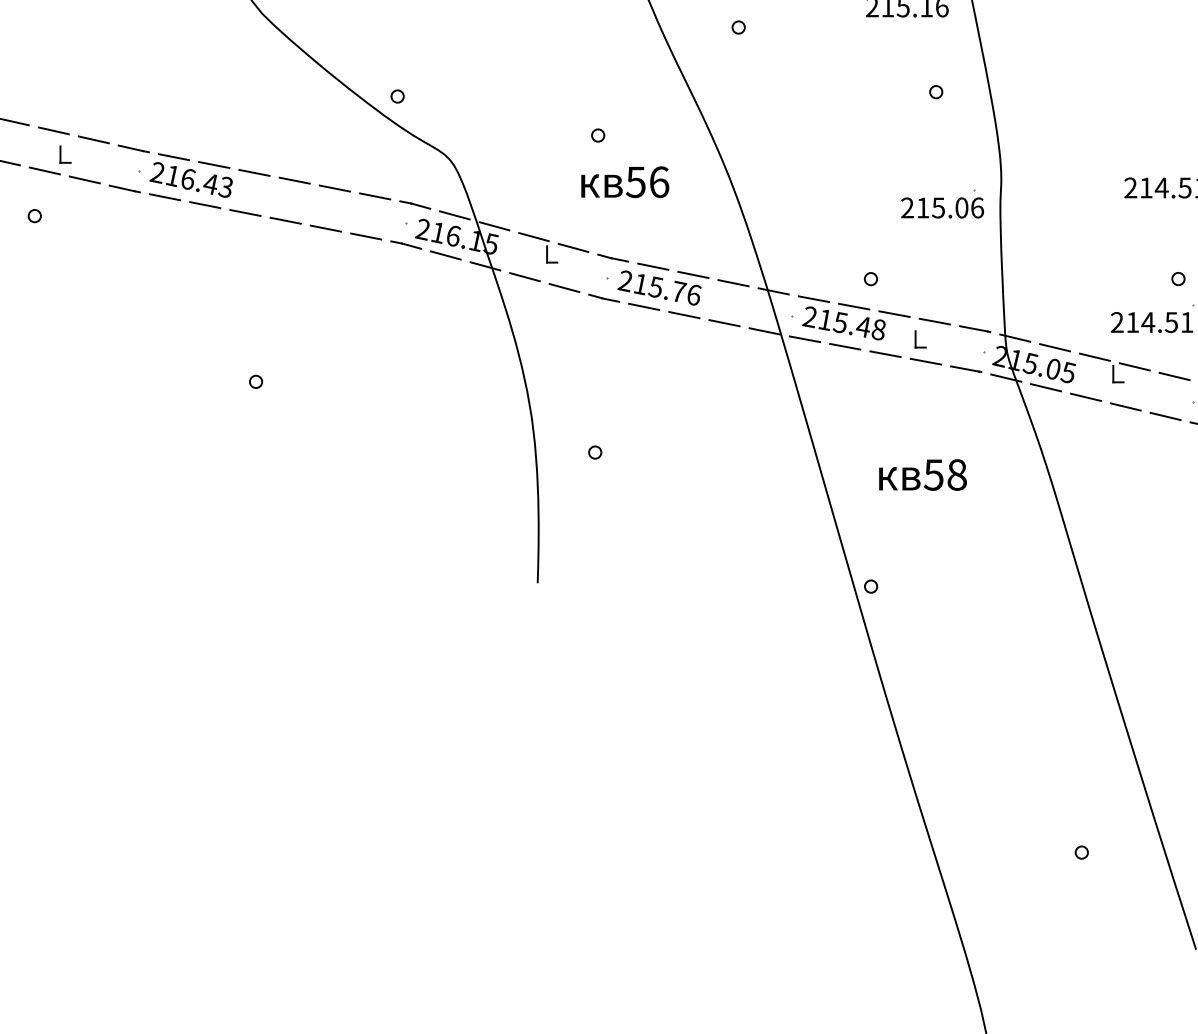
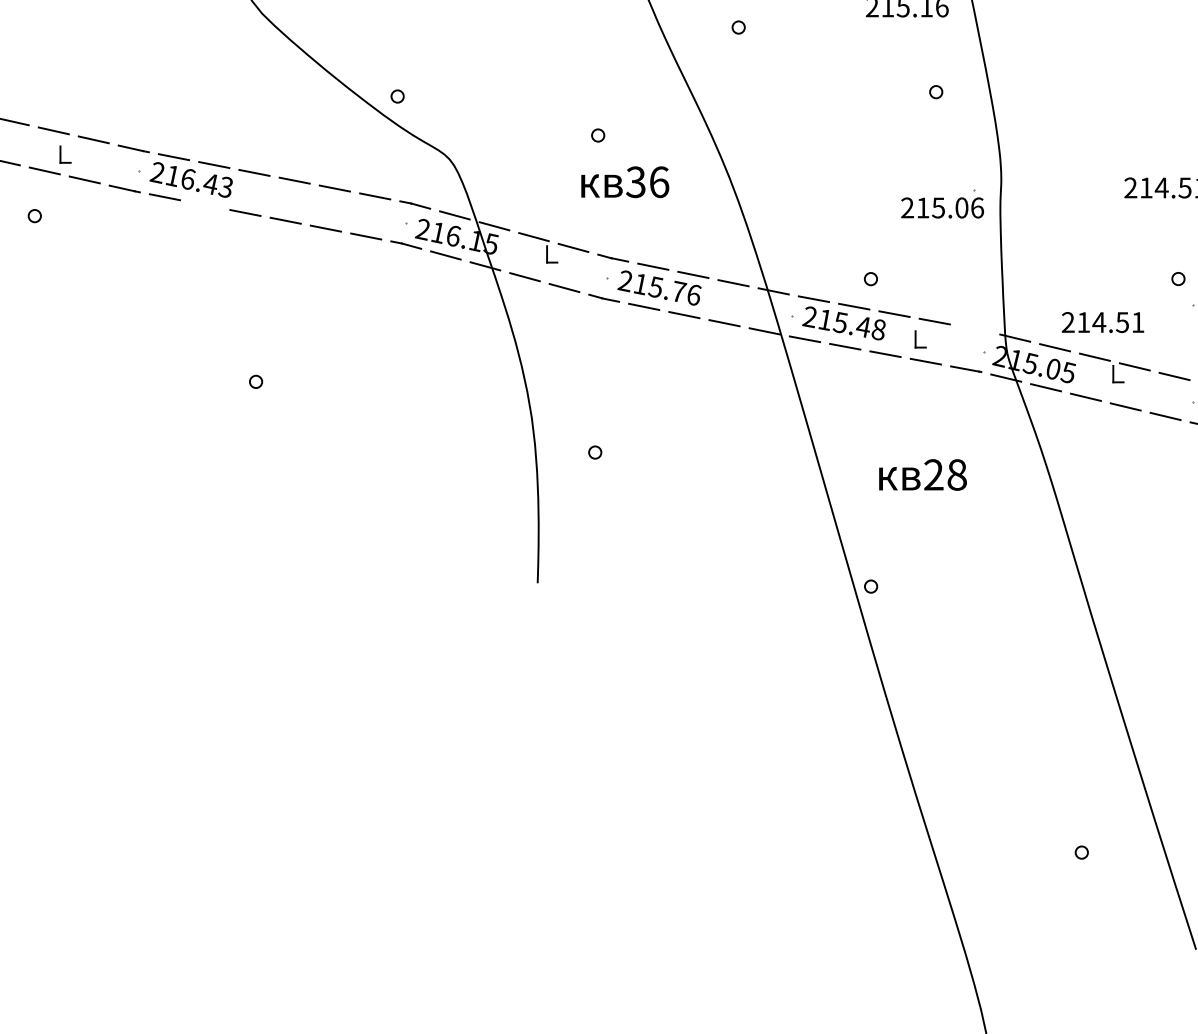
text at (635, 181): 56 -> 36
line at (205, 205): present -> none
text at (1151, 322) position: (1151, 322) -> (1102, 322)
line at (975, 329): present -> none
text at (933, 474): 58 -> 28
